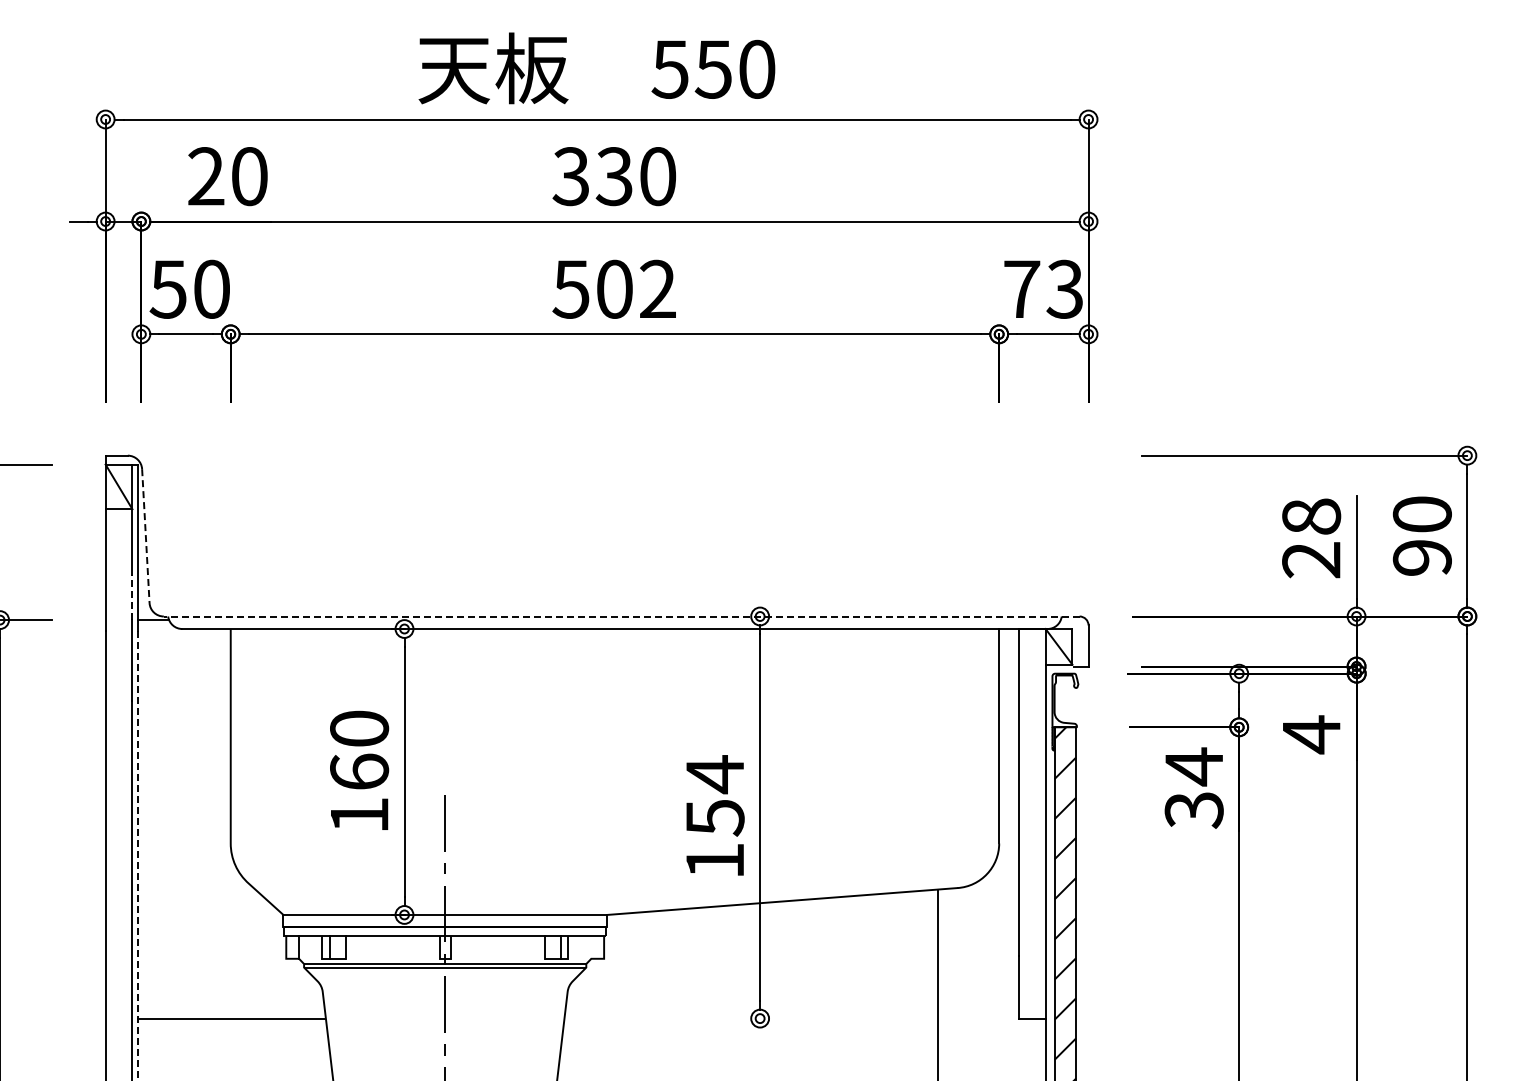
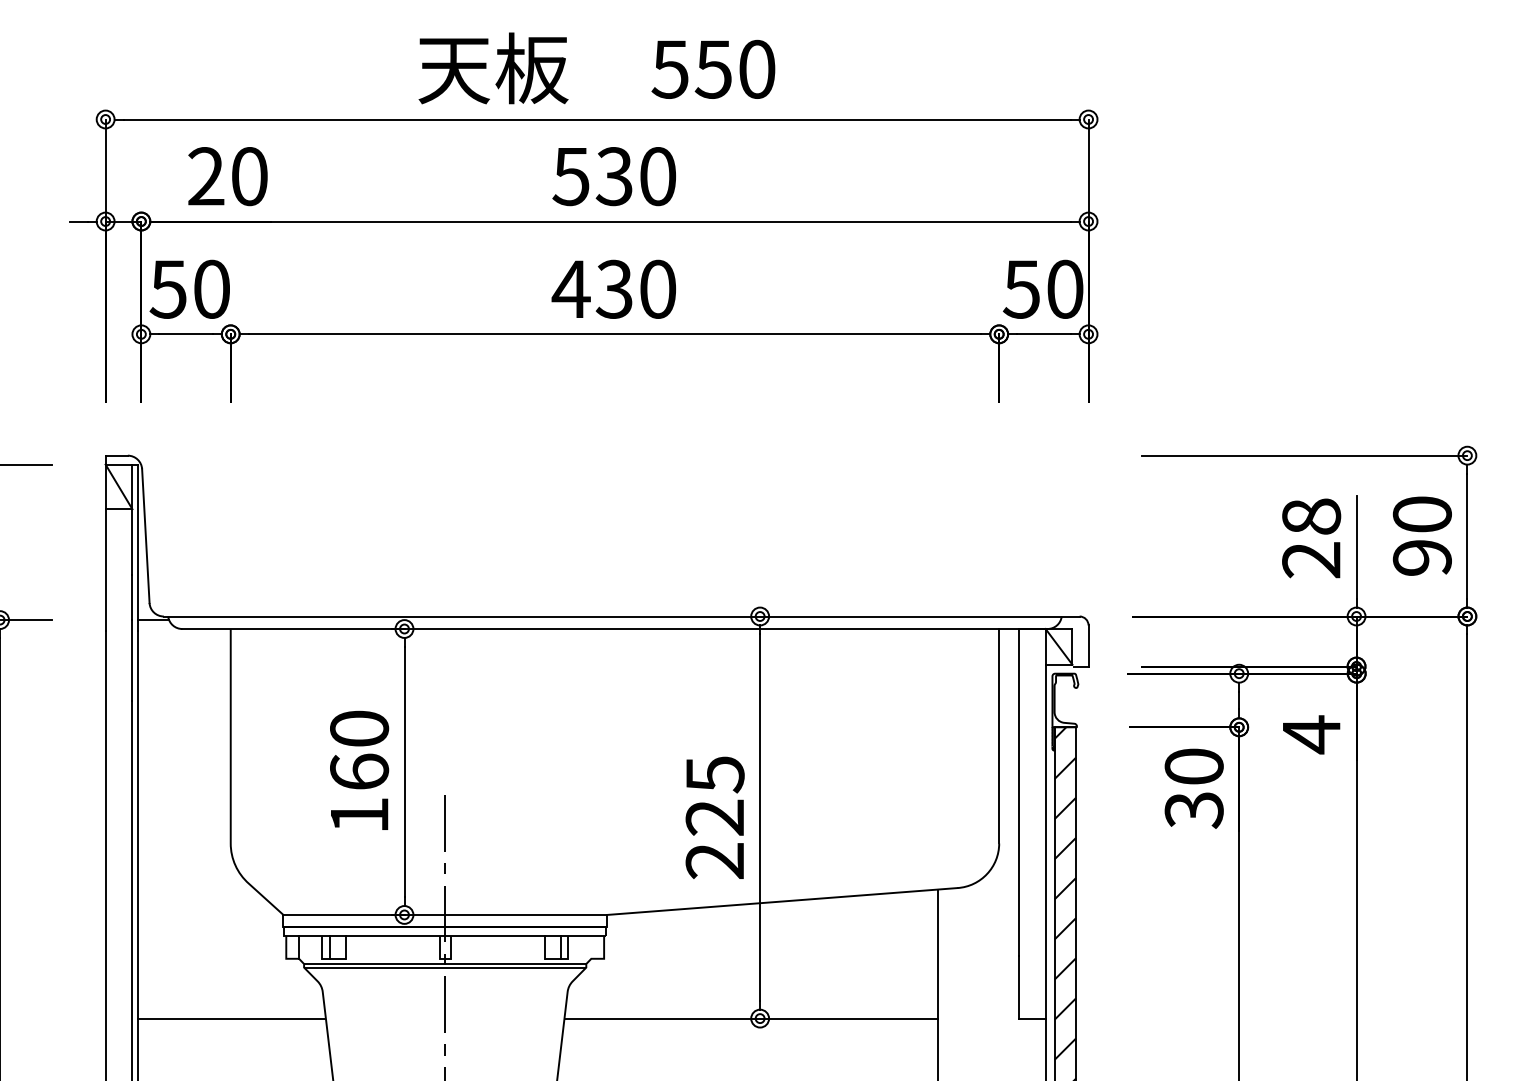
text at (570, 176): 330 -> 530
text at (613, 288): 502 -> 430
text at (1042, 288): 73 -> 50
line at (145, 536): dashed -> solid
line at (132, 597): dashed -> solid
line at (621, 616): dashed -> solid
text at (1193, 766): 34 -> 30
text at (714, 817): 154 -> 225
line at (137, 855): dashed -> solid
line at (751, 1018): none -> present
